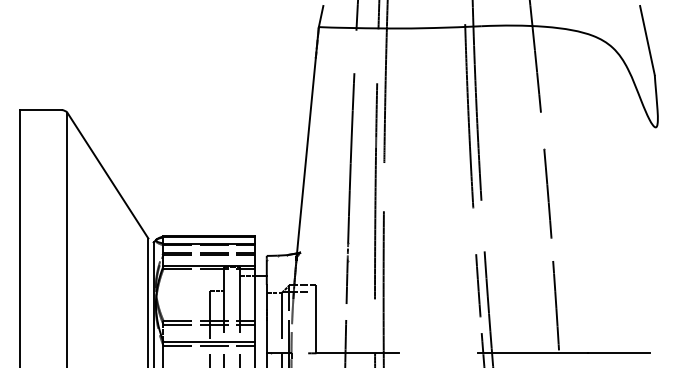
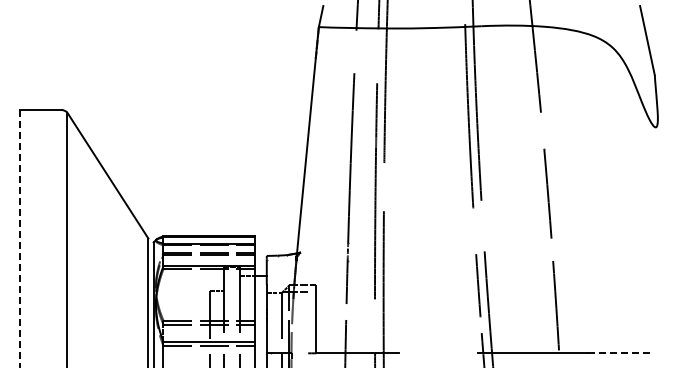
line at (20, 238): solid -> dashed
line at (618, 353): solid -> dashed
